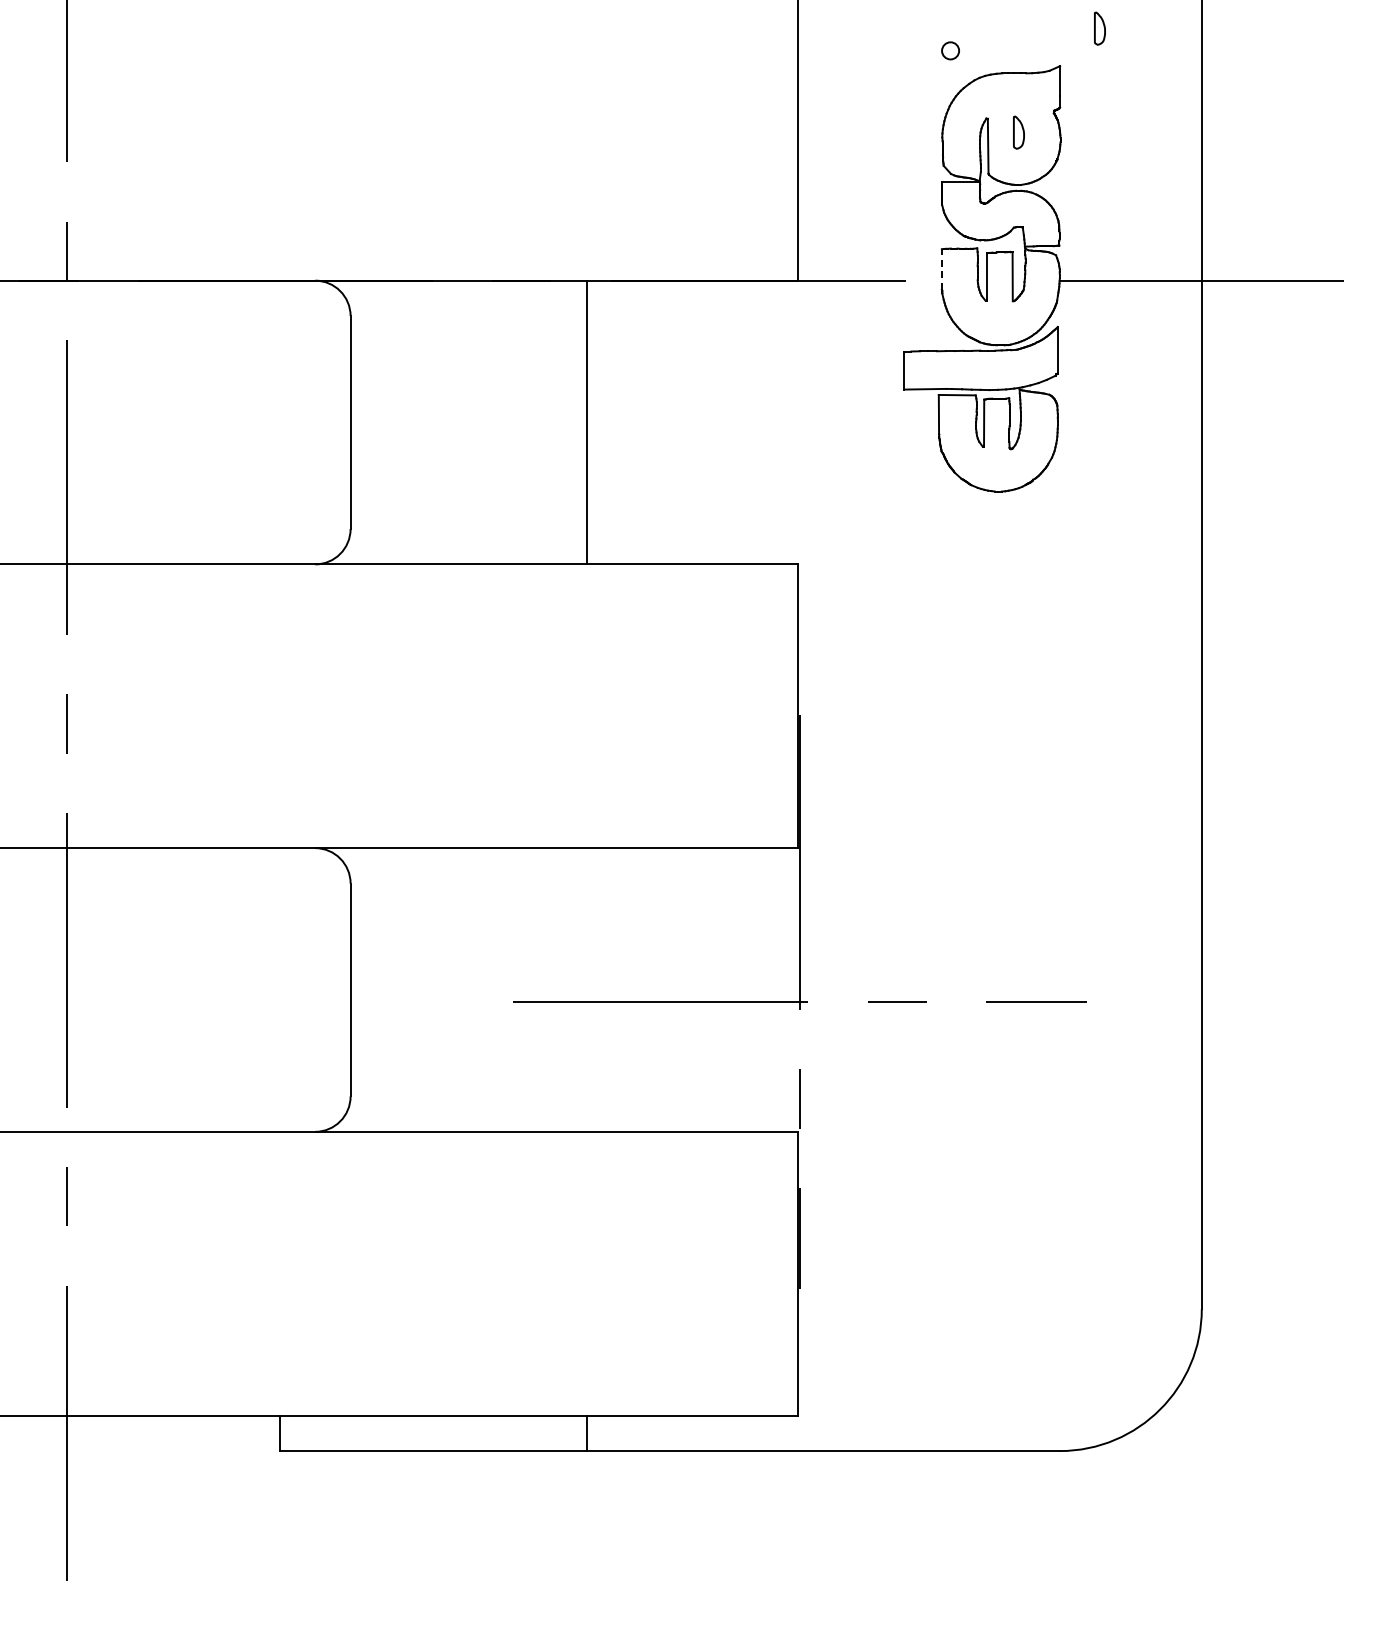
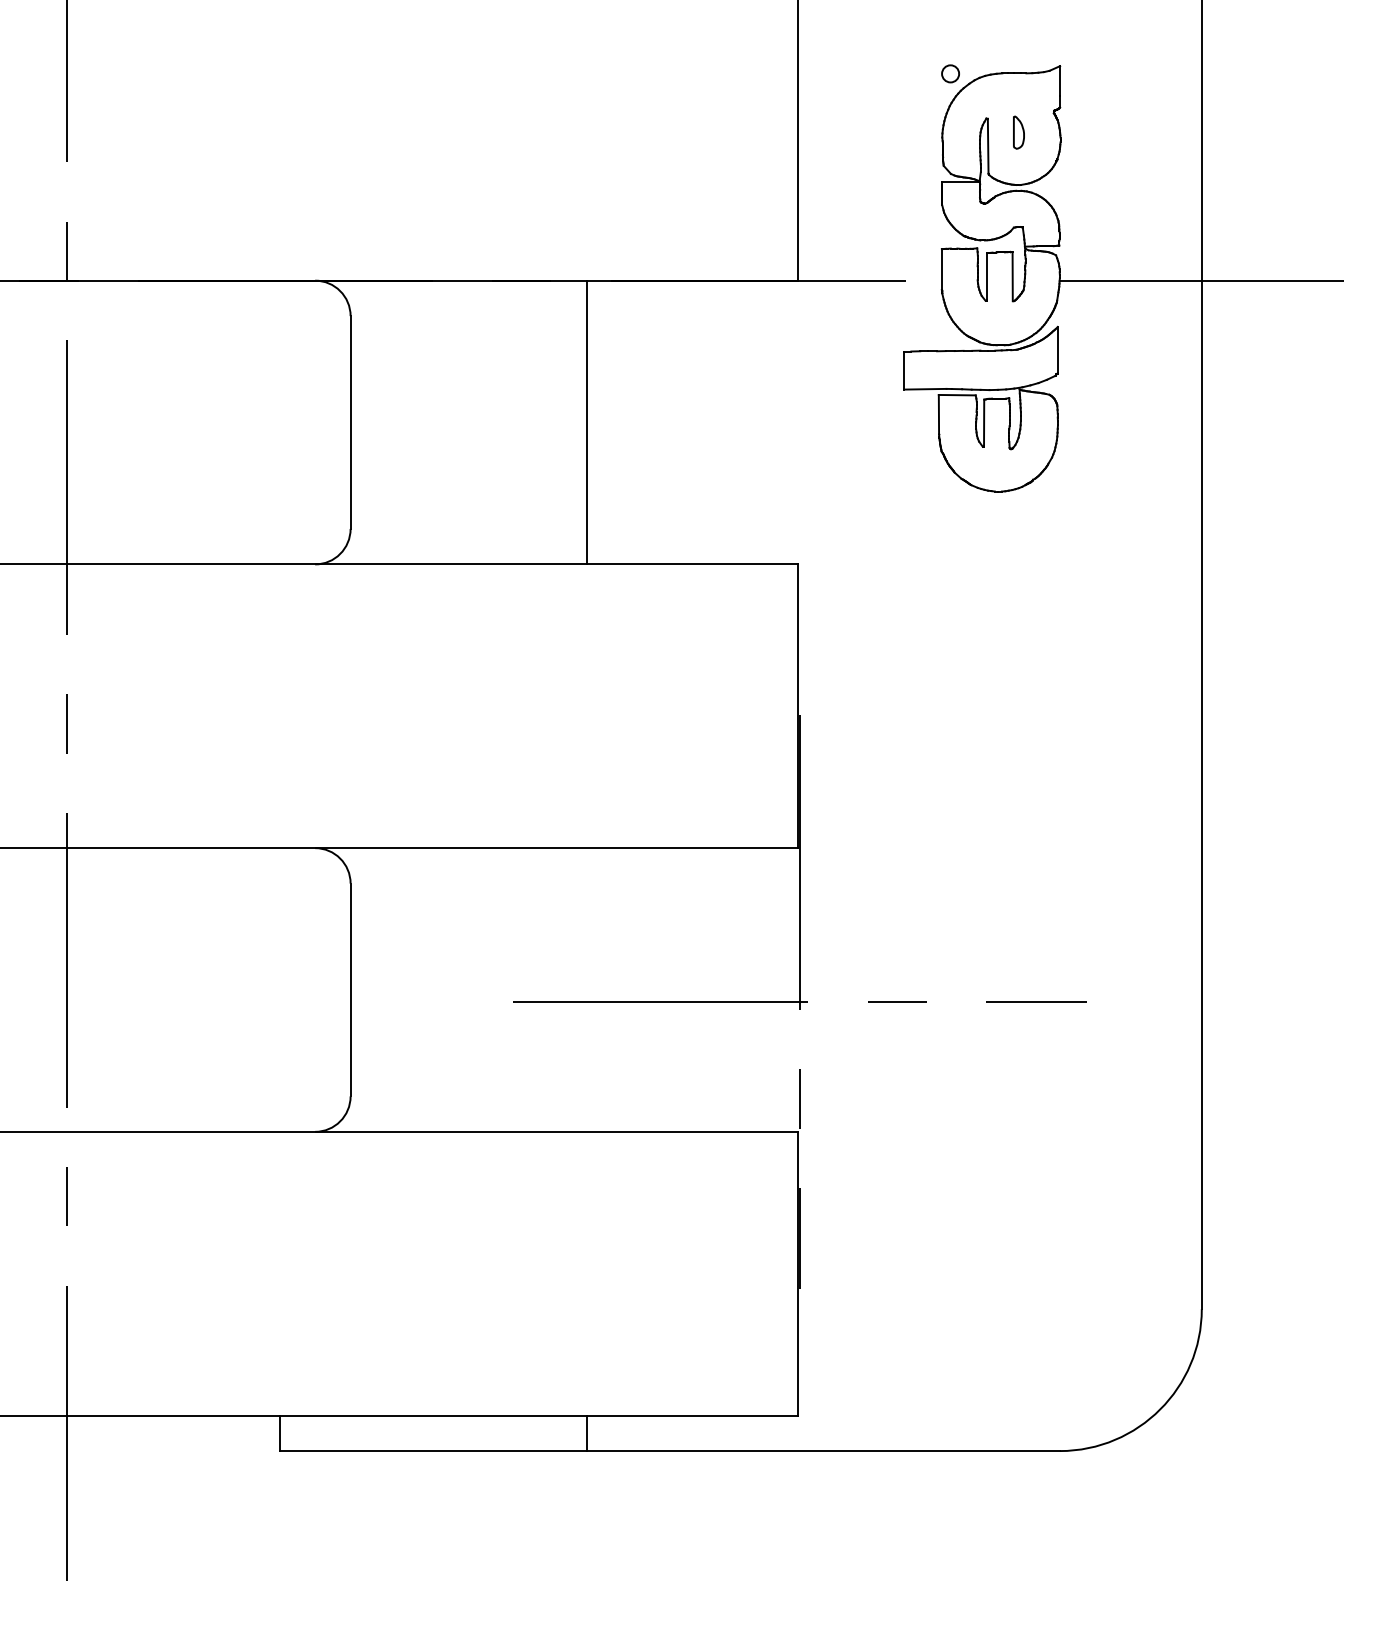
part at (1099, 28): present -> none
circle at (950, 50) position: (950, 50) -> (950, 73)
line at (941, 269): dashed -> solid
